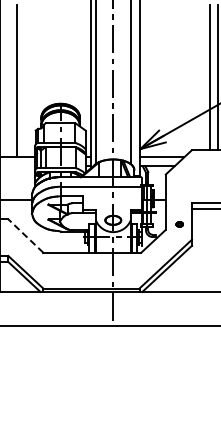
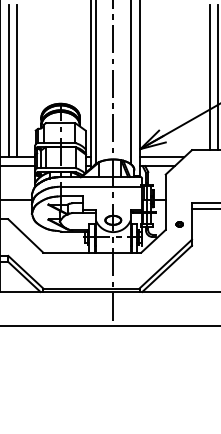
line at (8, 80): none -> present
line at (18, 166): none -> present
line at (25, 235): dashed -> solid
